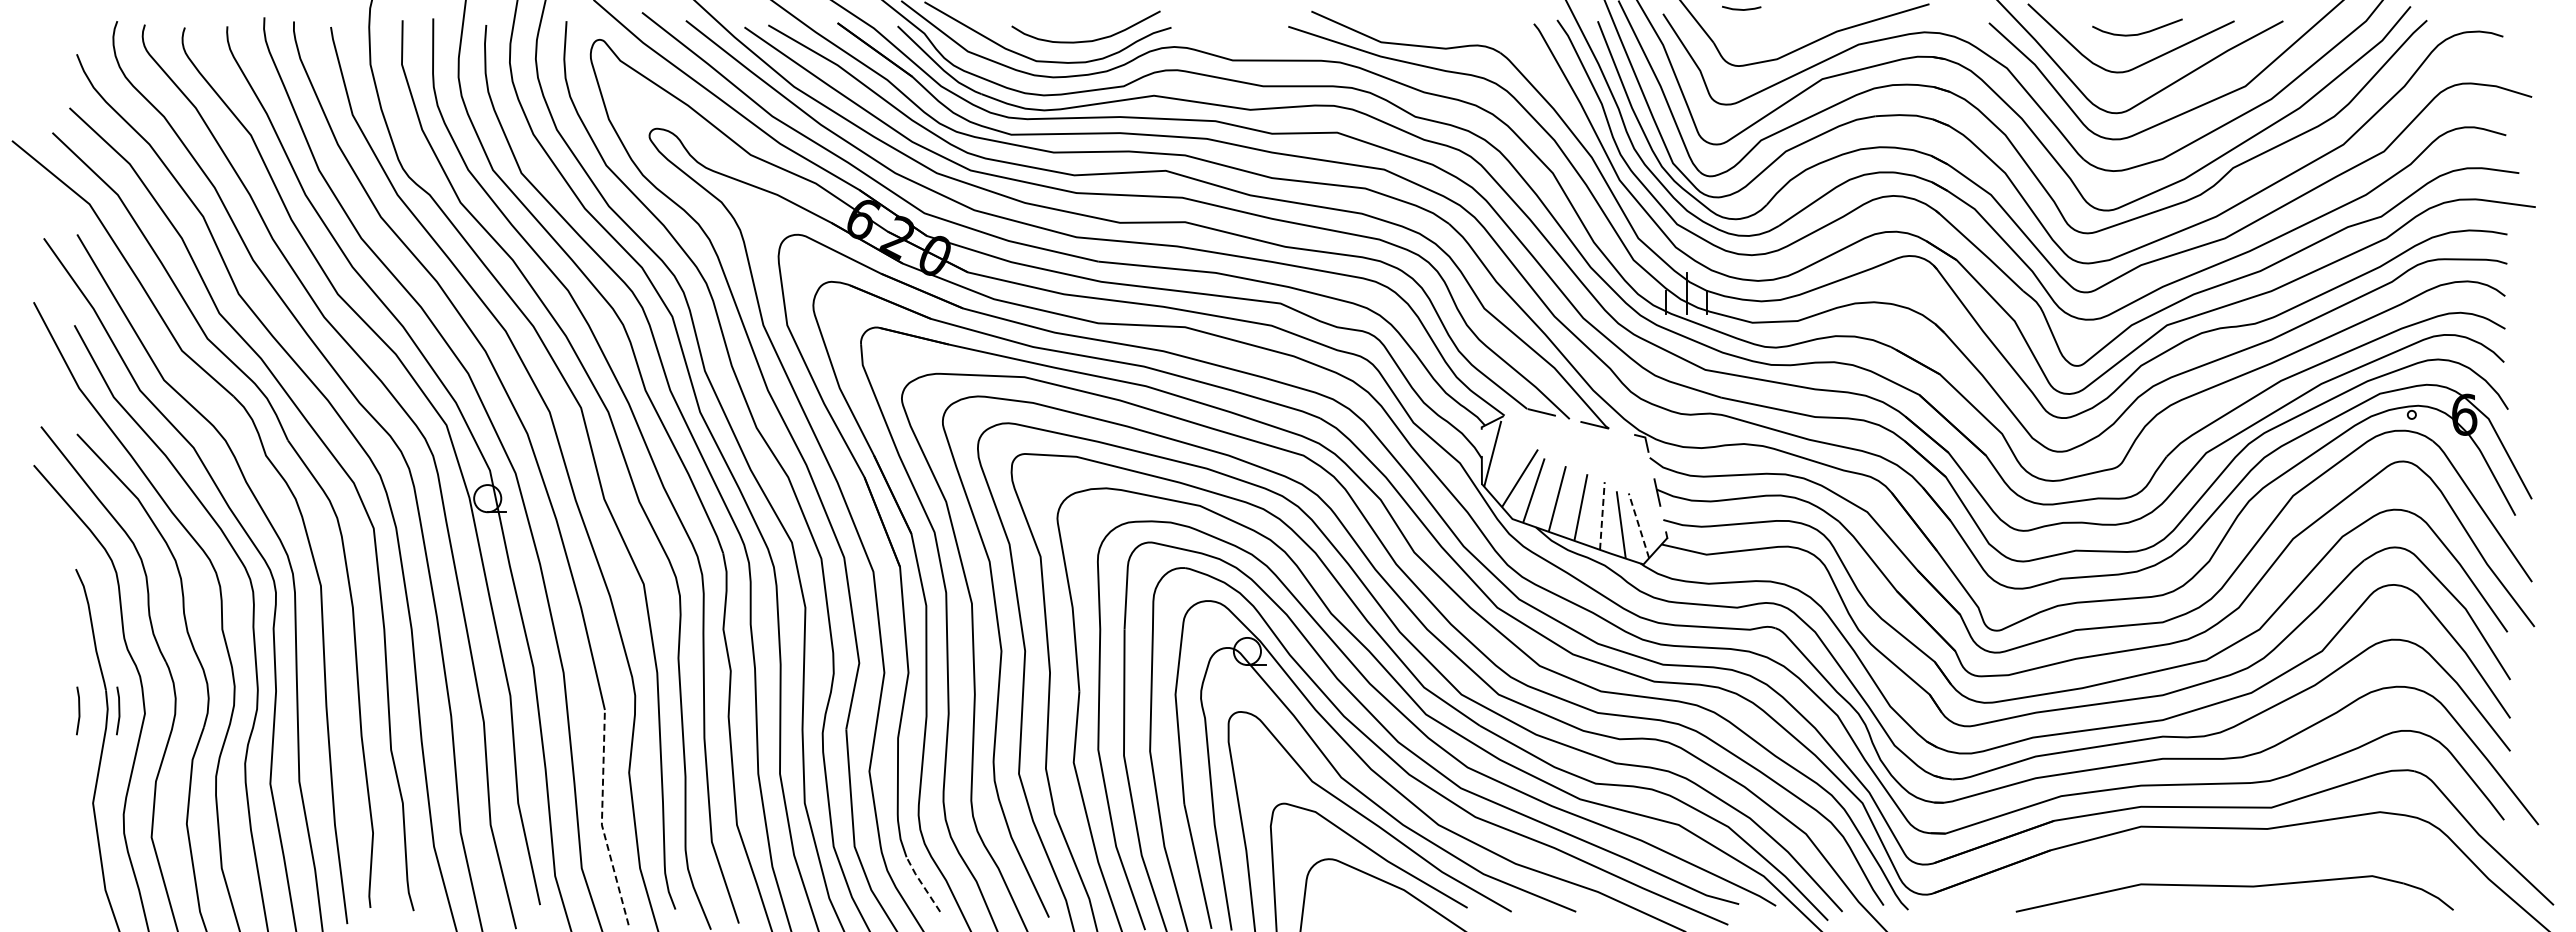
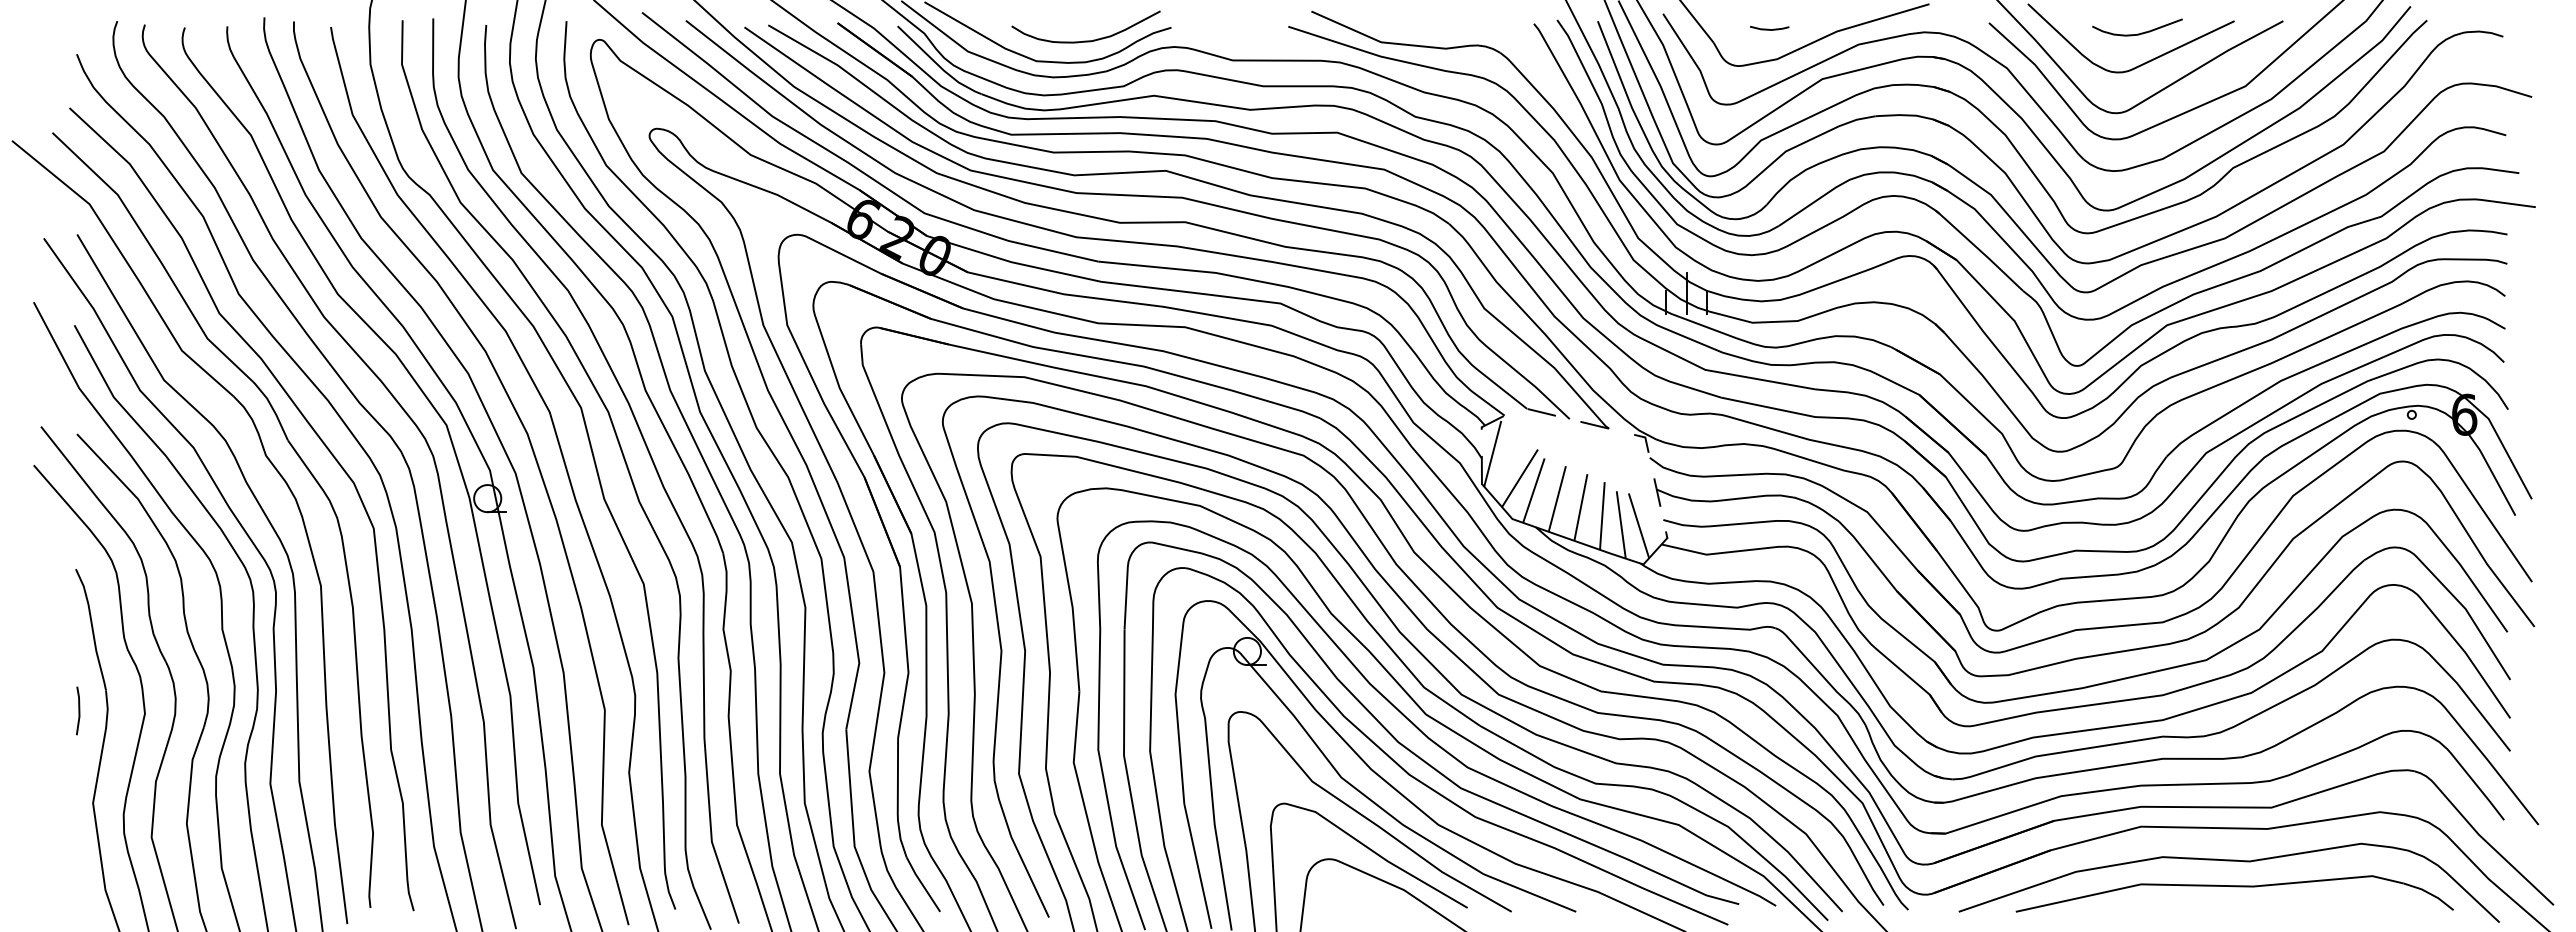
line at (1740, 8) position: (1740, 8) -> (1768, 28)
line at (1602, 515): dashed -> solid
line at (1638, 525): dashed -> solid
line at (118, 710): present -> none
line at (602, 819): dashed -> solid
curve at (2228, 861): none -> present
line at (922, 884): dashed -> solid
